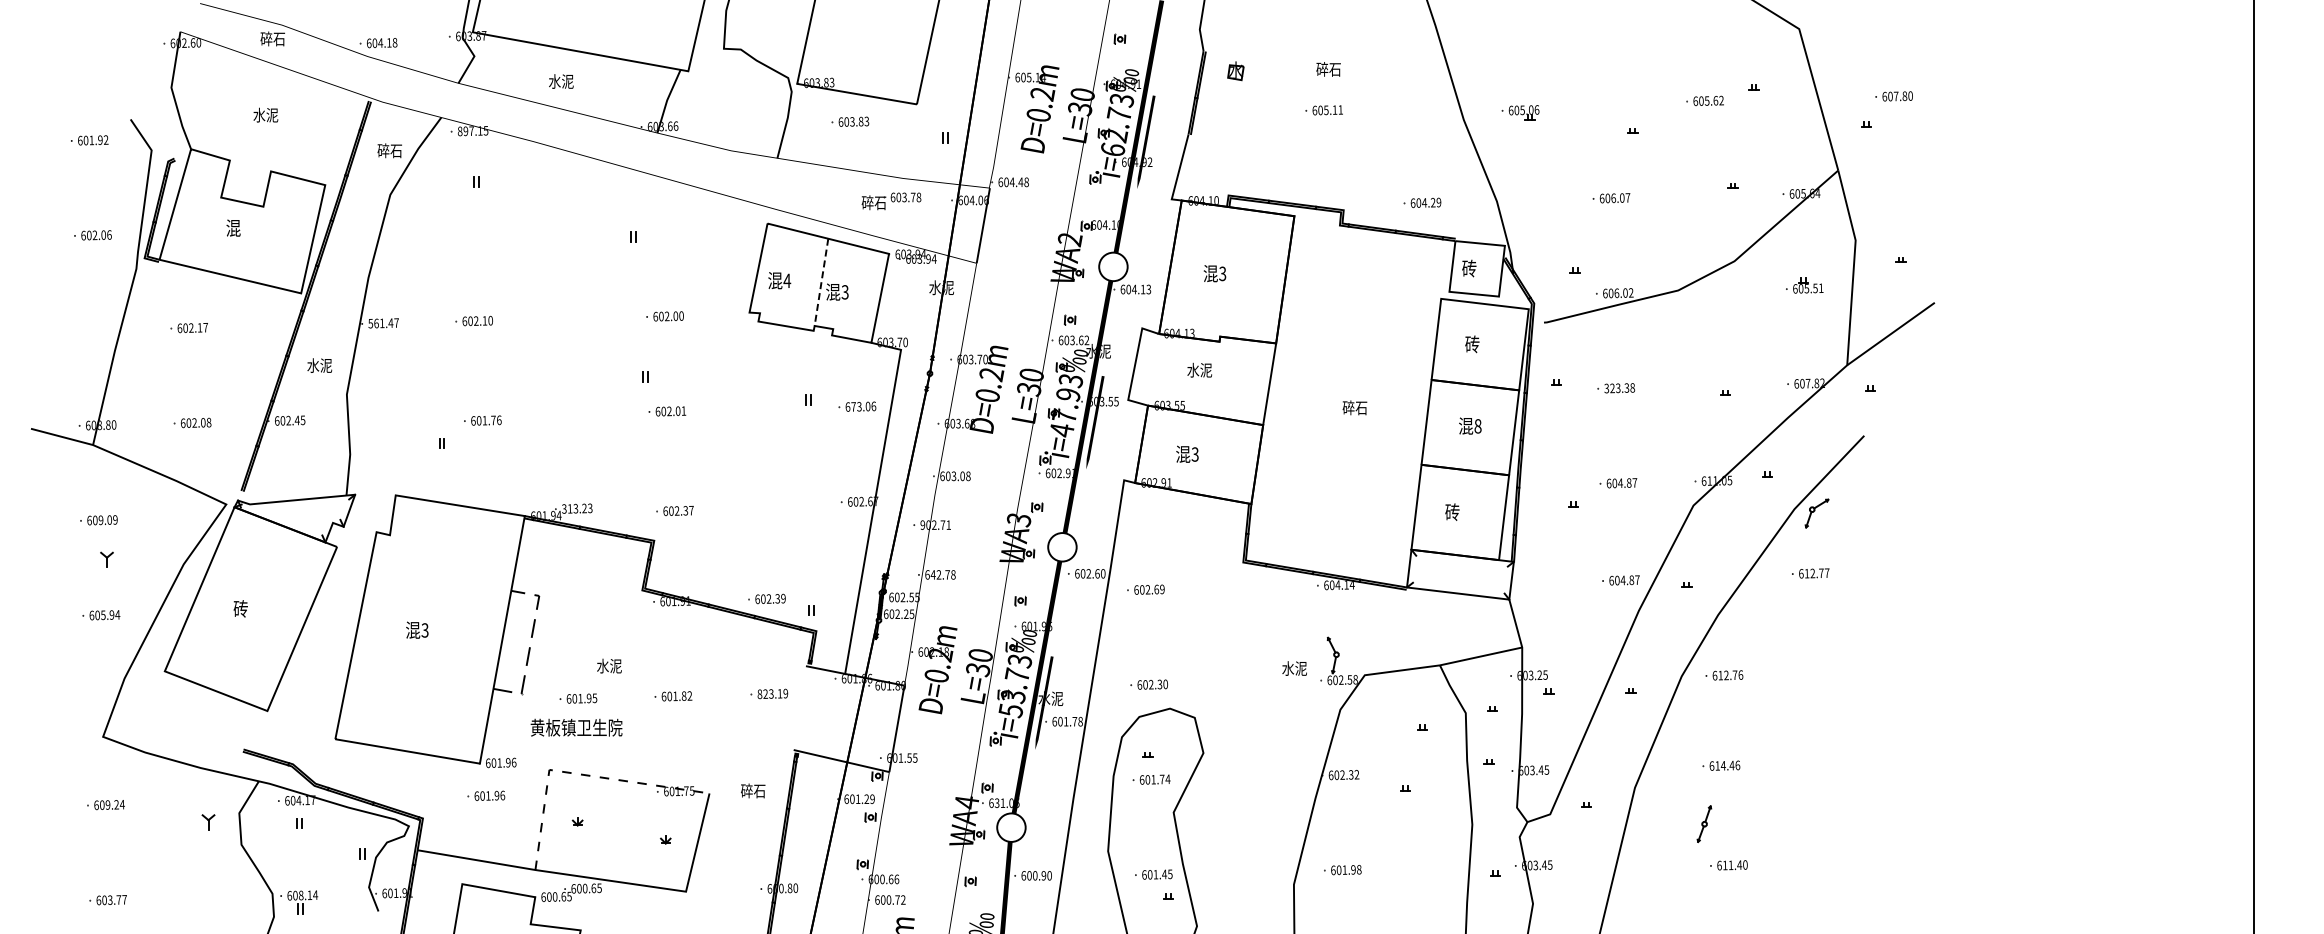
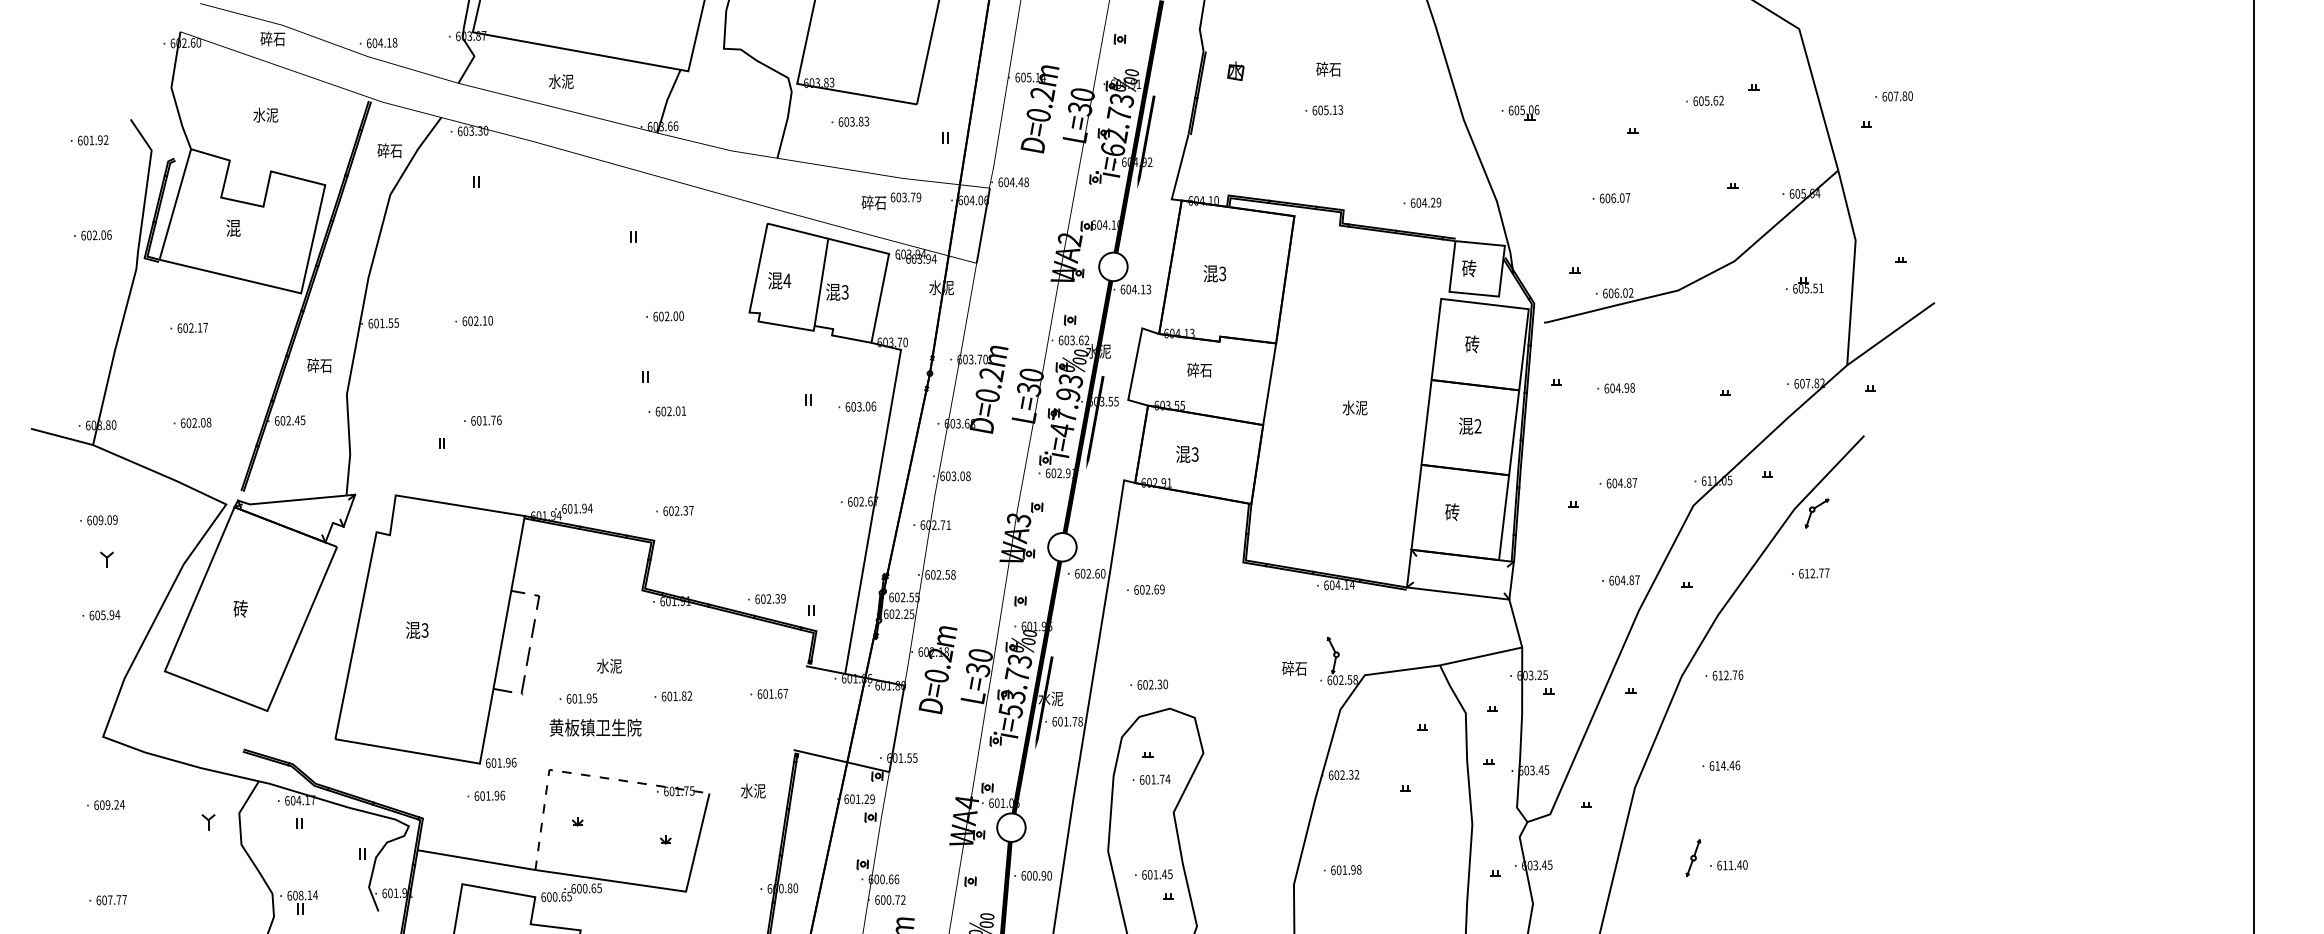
text at (1340, 109): 605.11 -> 605.13
text at (472, 131): 897.15 -> 603.30
text at (918, 197): 603.78 -> 603.79
line at (821, 282): dashed -> solid
text at (383, 323): 561.47 -> 601.55
text at (319, 365): 水泥 -> 碎石
text at (1199, 369): 水泥 -> 碎石
text at (1616, 388): 323.38 -> 604.98
text at (853, 406): 673.06 -> 603.06
text at (1354, 407): 碎石 -> 水泥
text at (1477, 426): 8 -> 2
text at (577, 508): 313.23 -> 601.94
text at (922, 524): 902.71 -> 602.71
text at (939, 574): 642.78 -> 602.58
text at (1294, 668): 水泥 -> 碎石
text at (772, 693): 823.19 -> 601.67
text at (576, 727) position: (576, 727) -> (595, 727)
text at (753, 790): 碎石 -> 水泥
text at (996, 802): 631.05 -> 601.05
part at (1704, 824) position: (1704, 824) -> (1693, 858)
text at (110, 899): 603.77 -> 607.77
